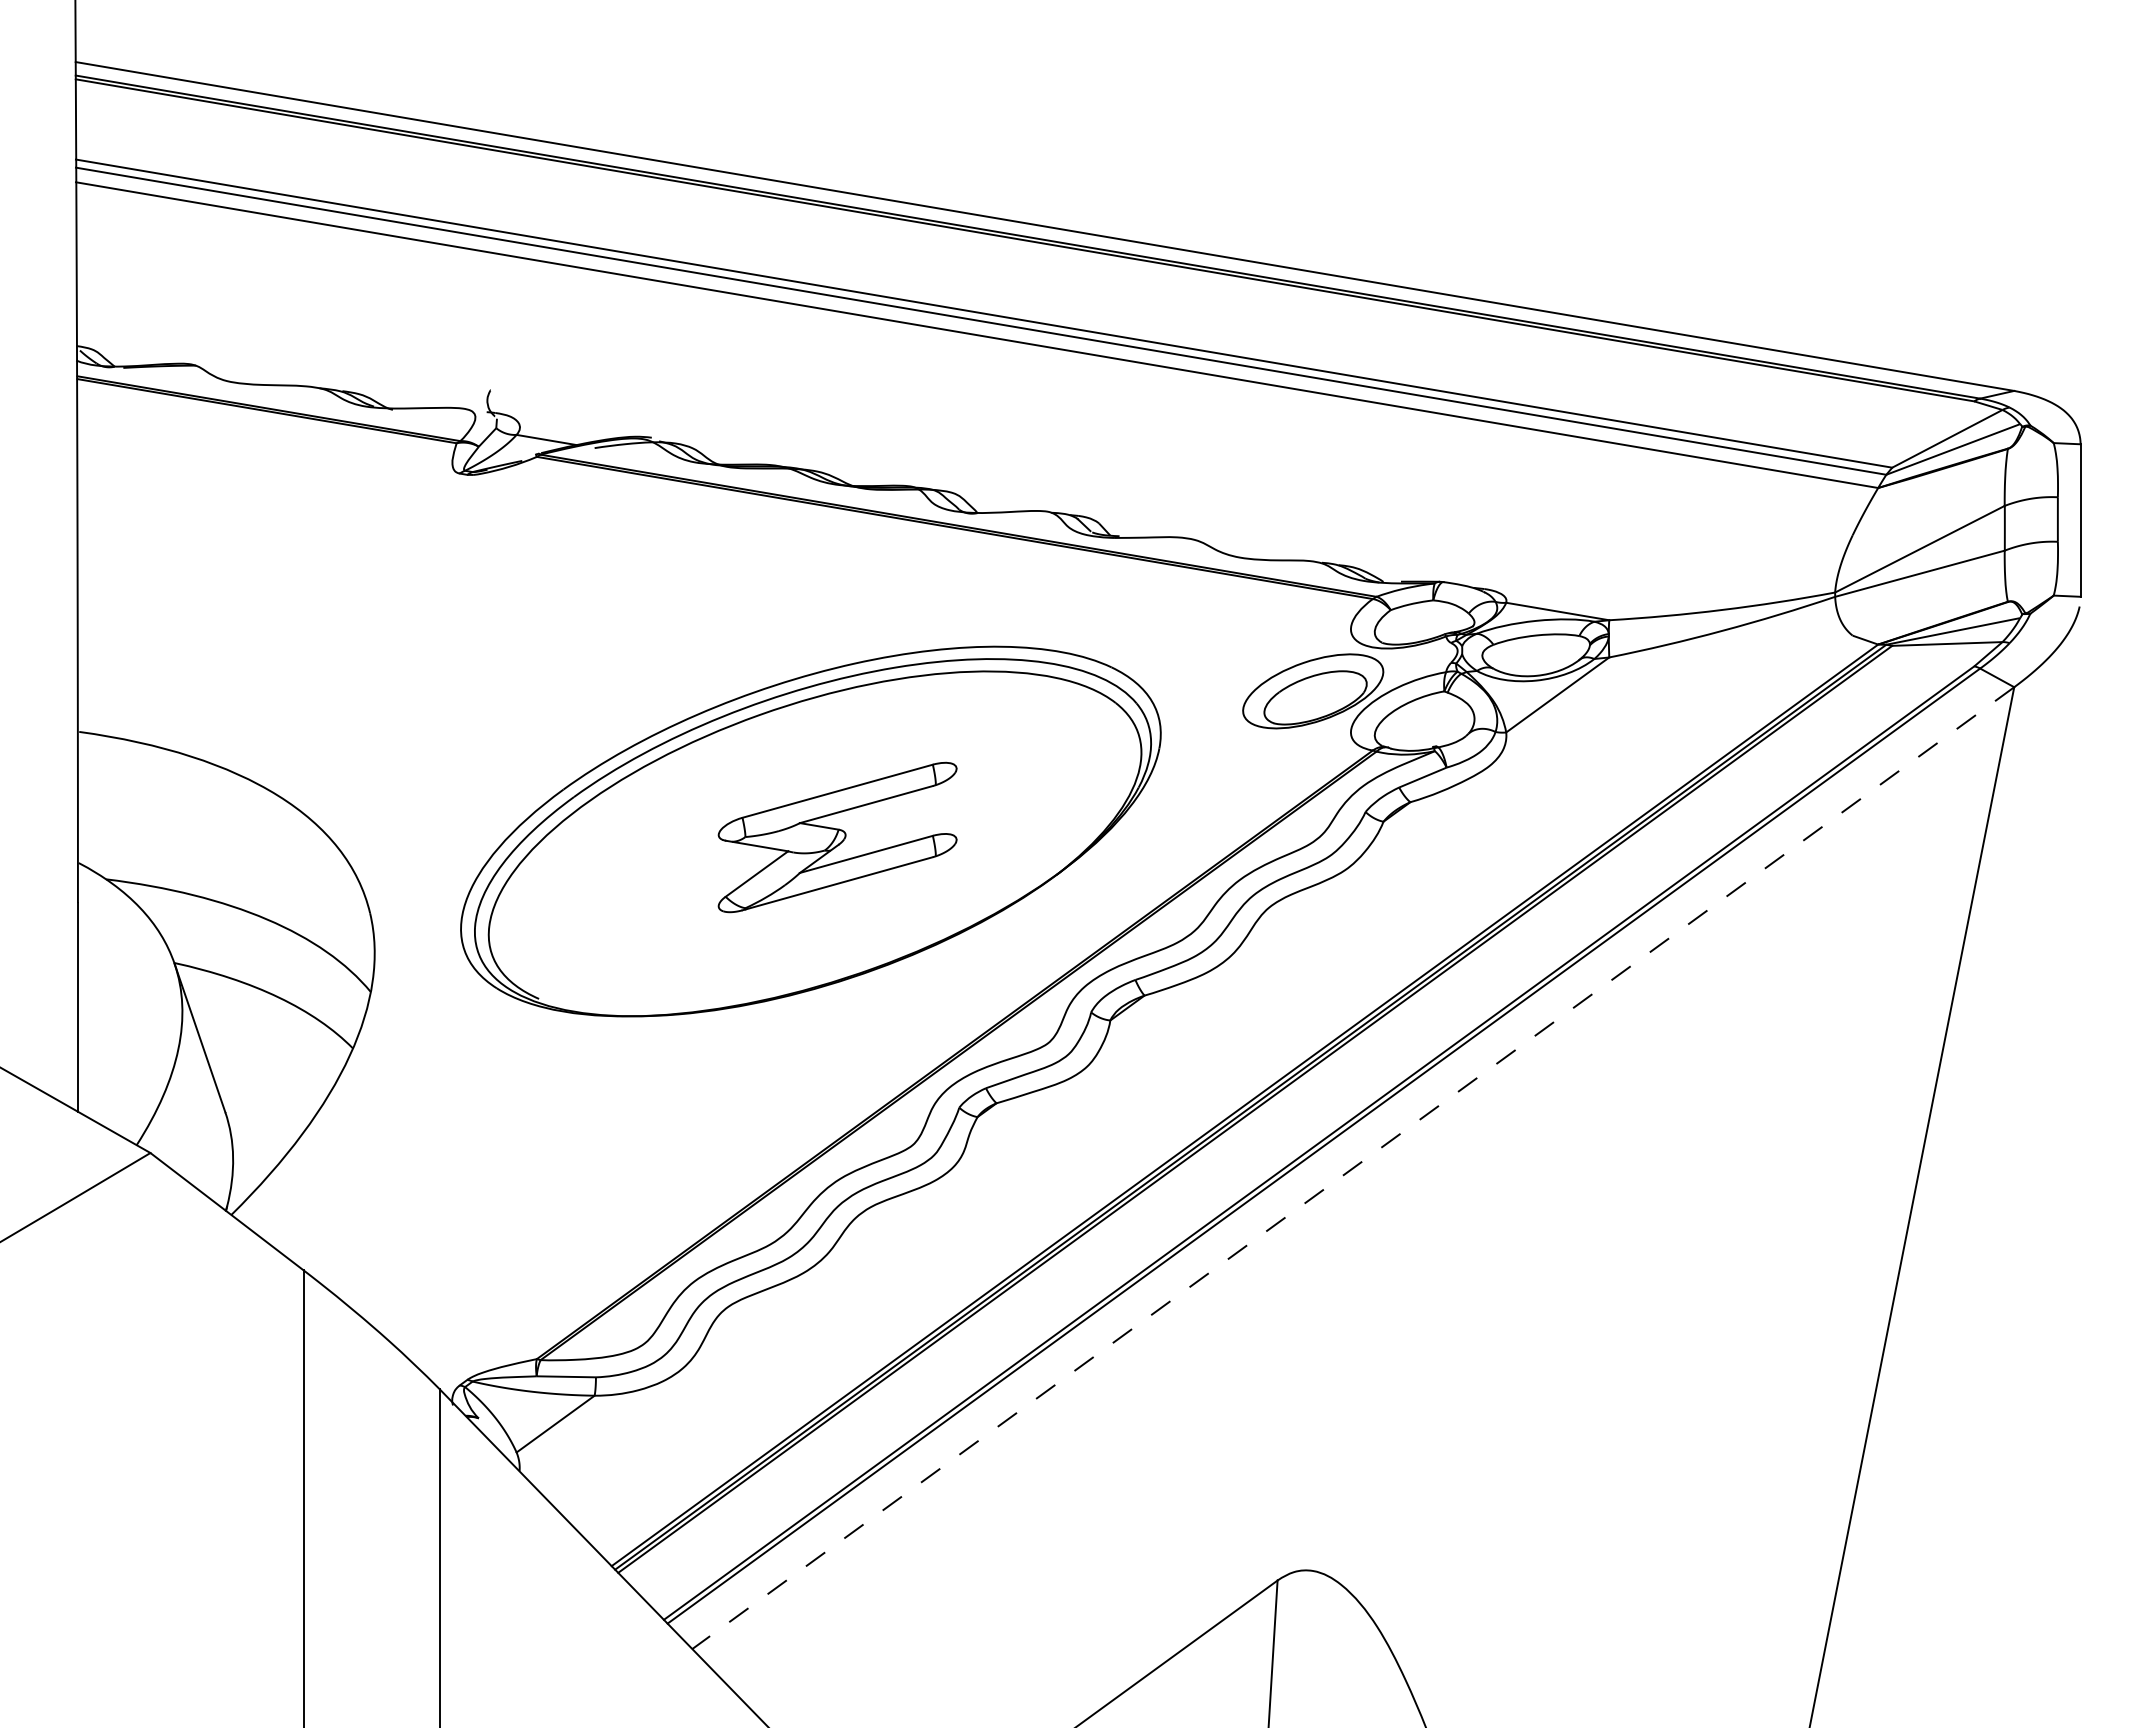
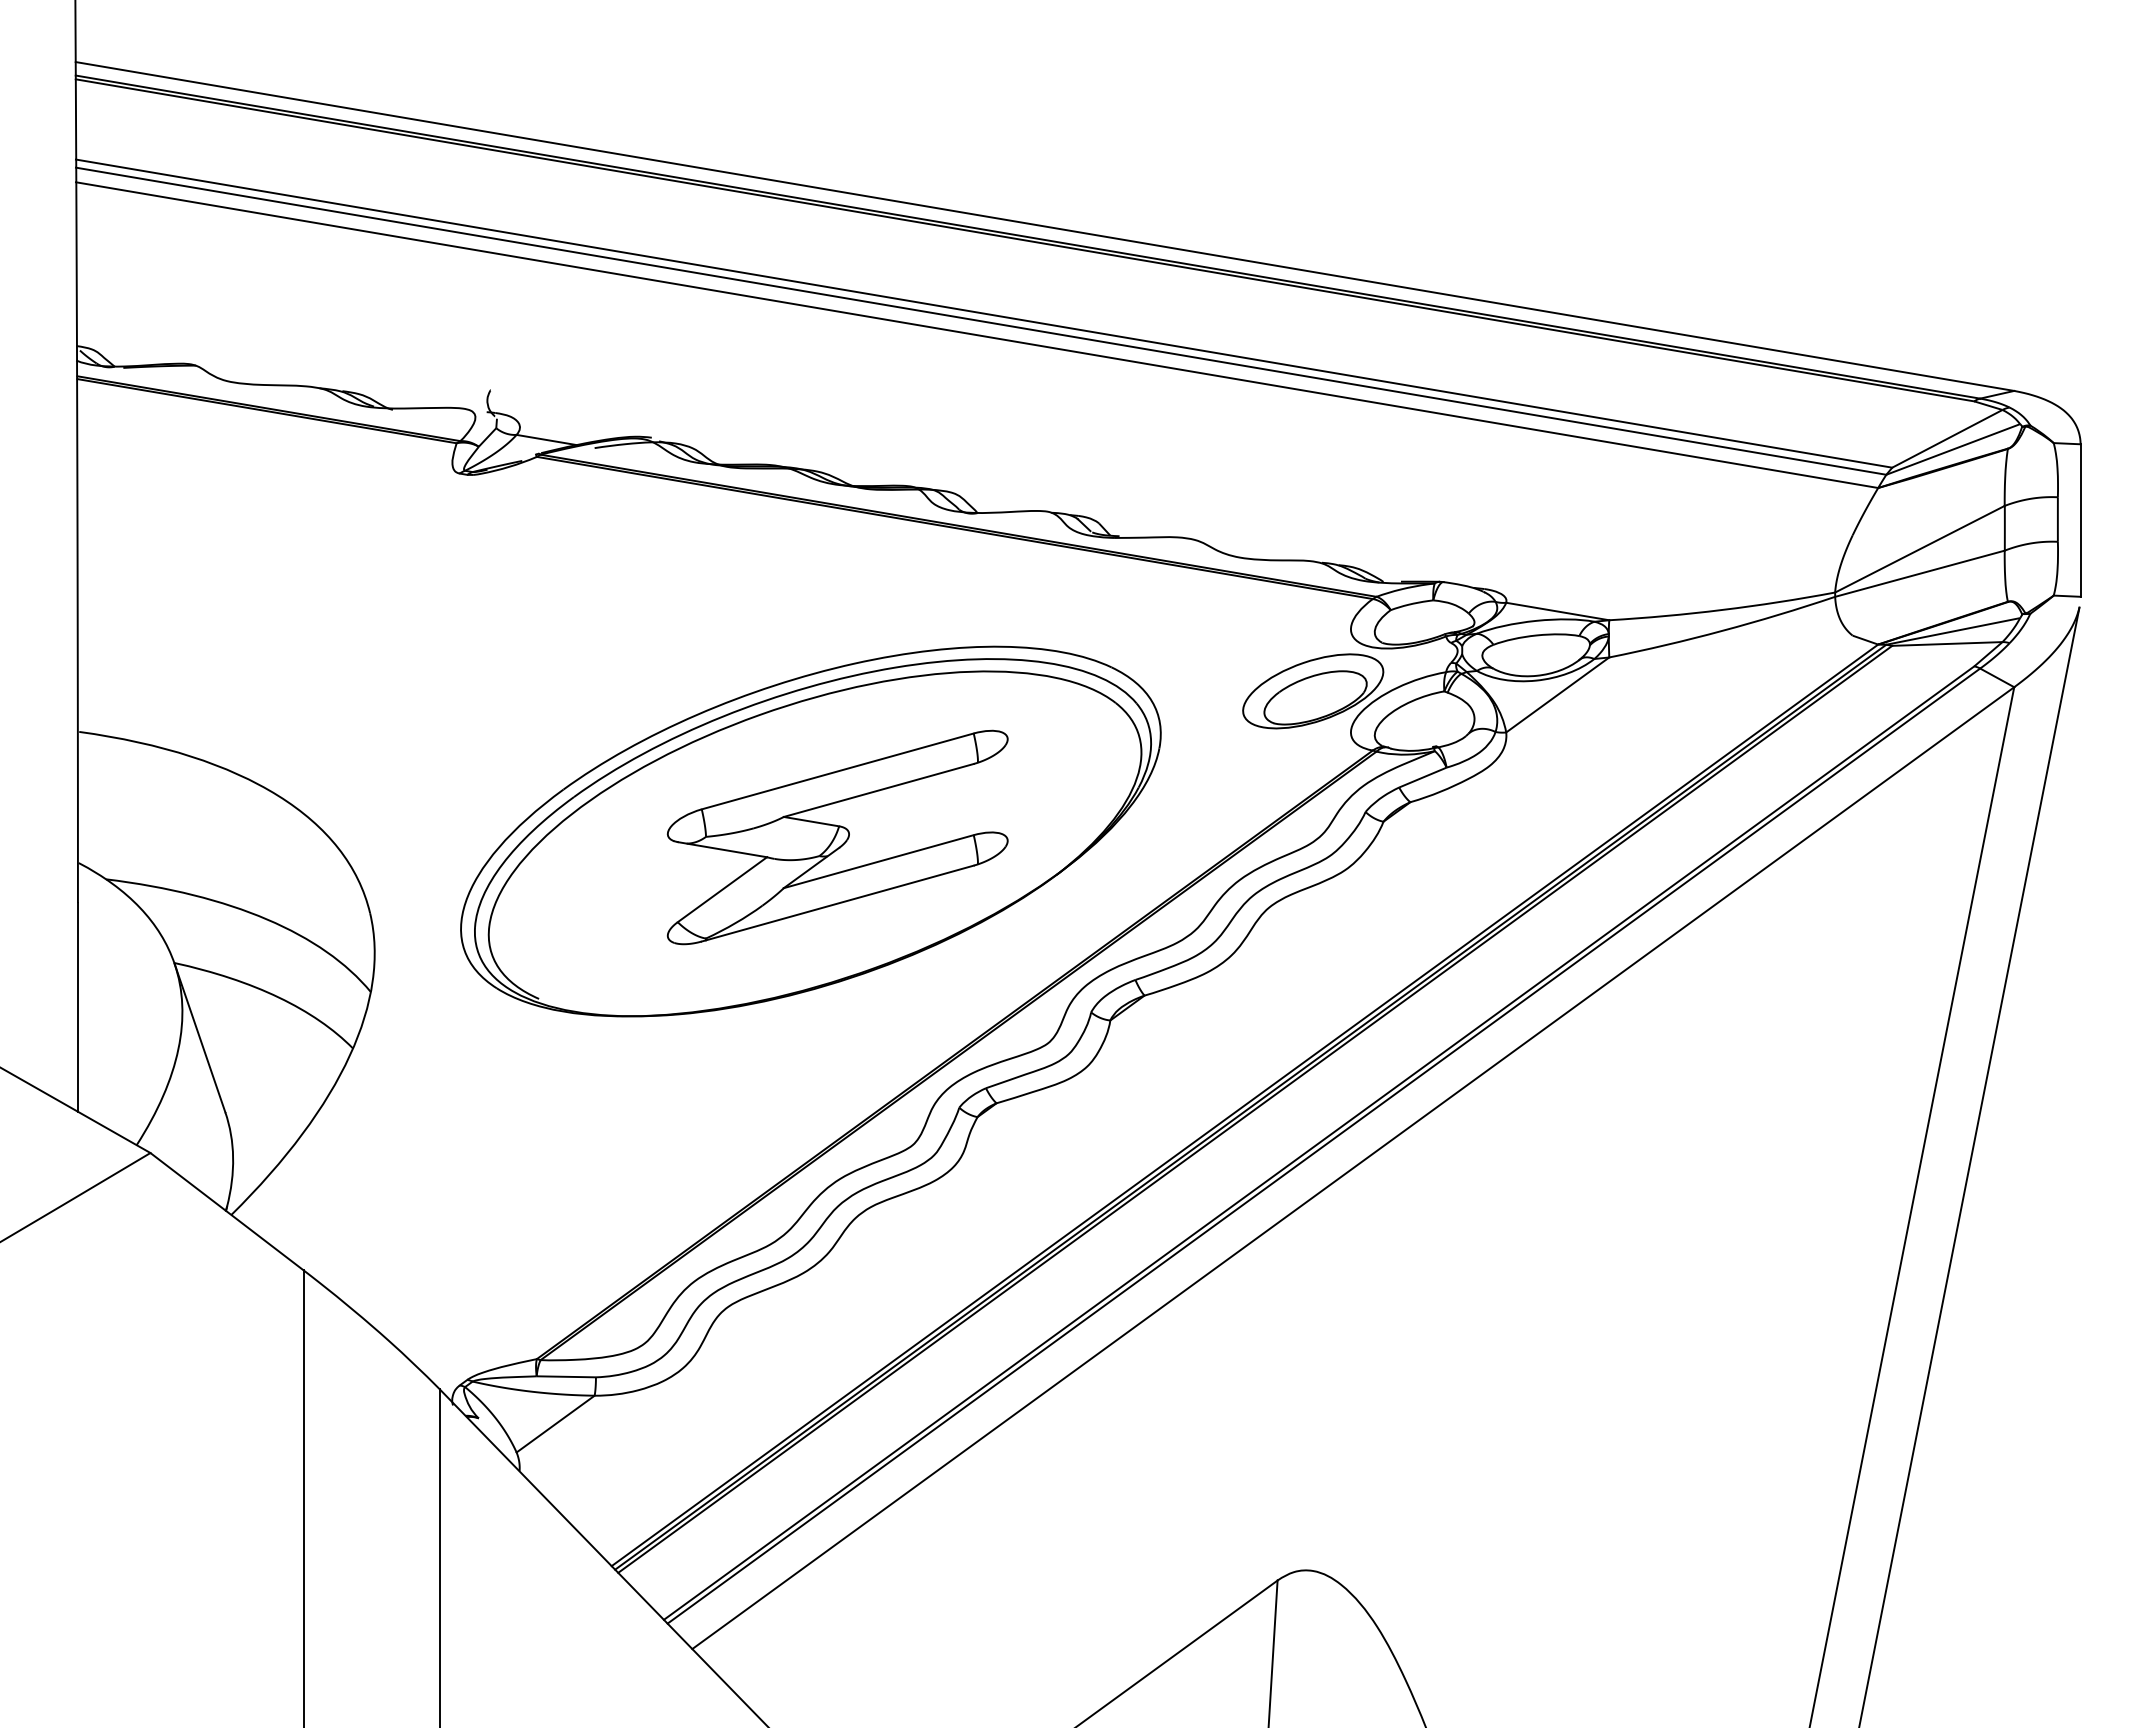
part at (837, 837) size: 241x153 px -> 343x217 px
line at (1969, 1166): none -> present
line at (1352, 1168): dashed -> solid
